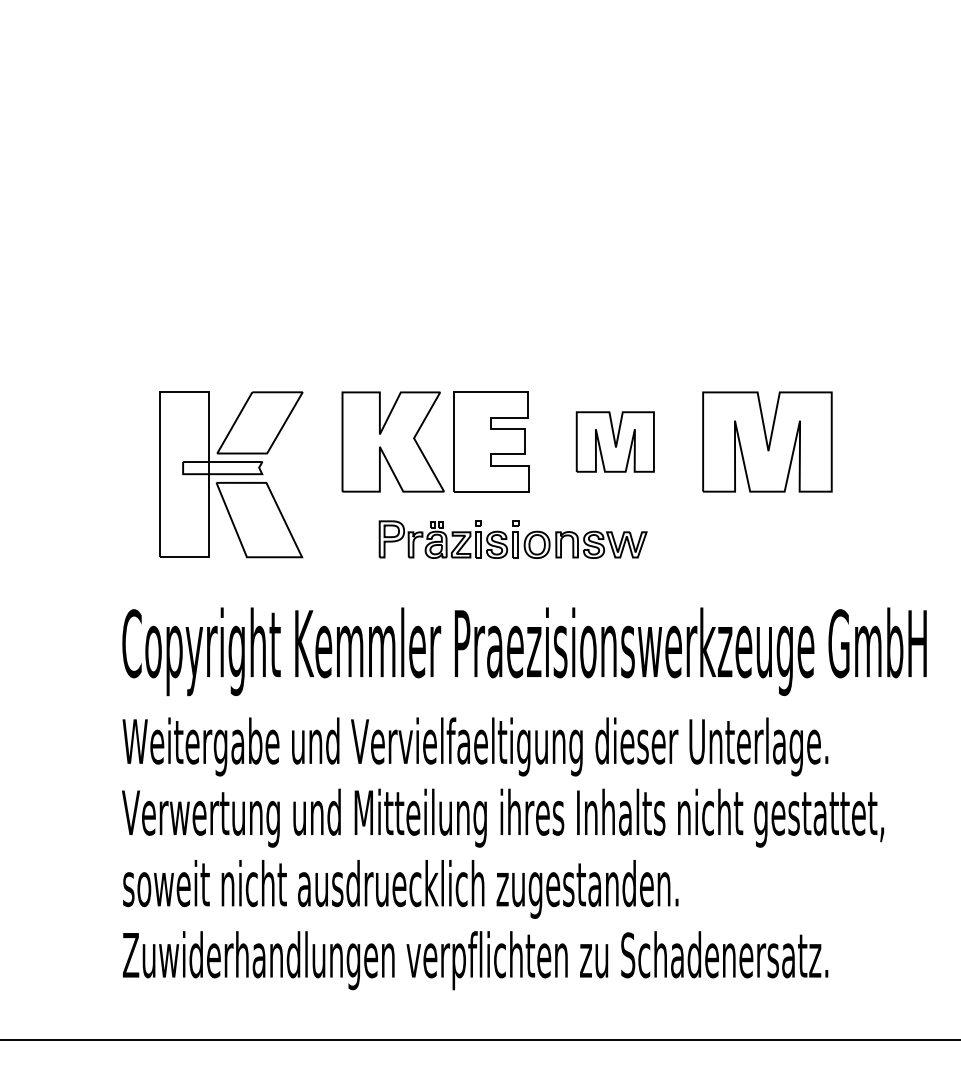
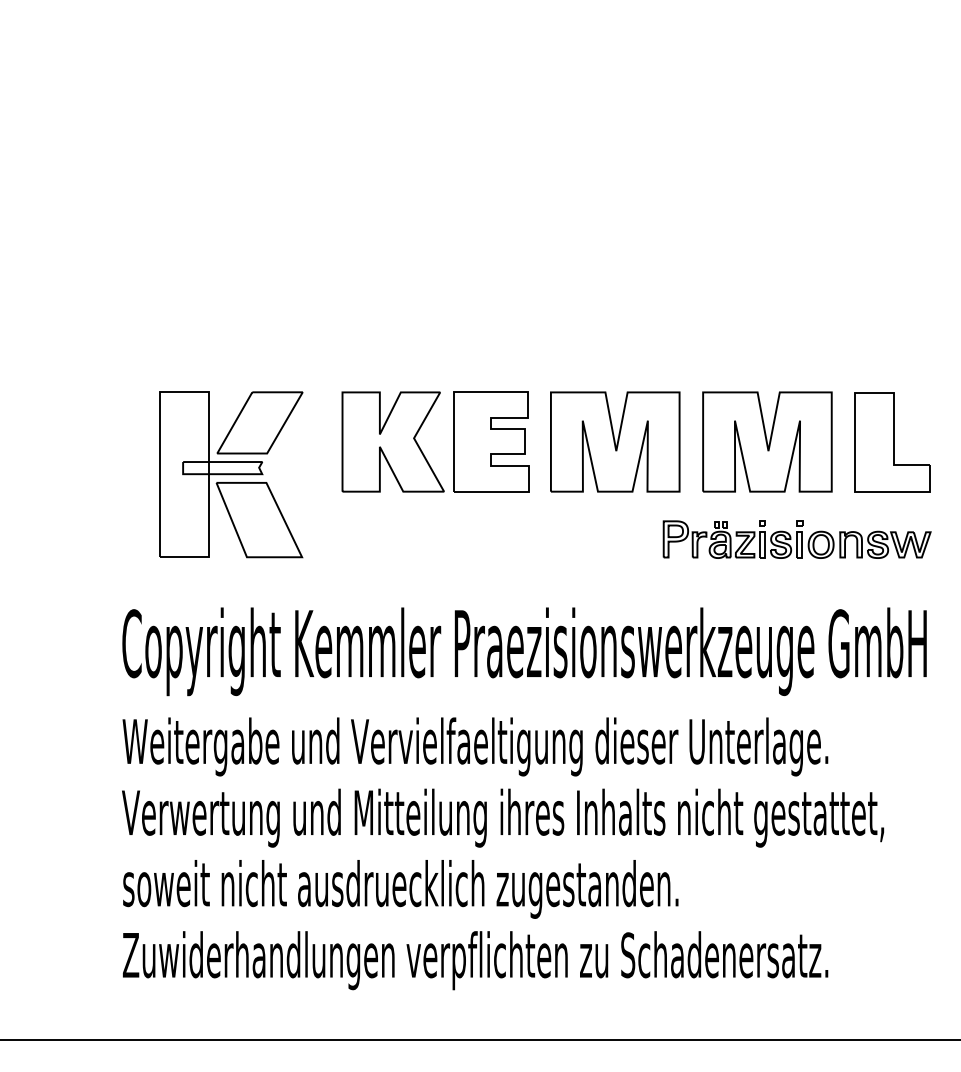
part at (614, 441) size: 80x62 px -> 131x102 px
part at (892, 442): none -> present
part at (512, 539) position: (512, 539) -> (796, 539)
